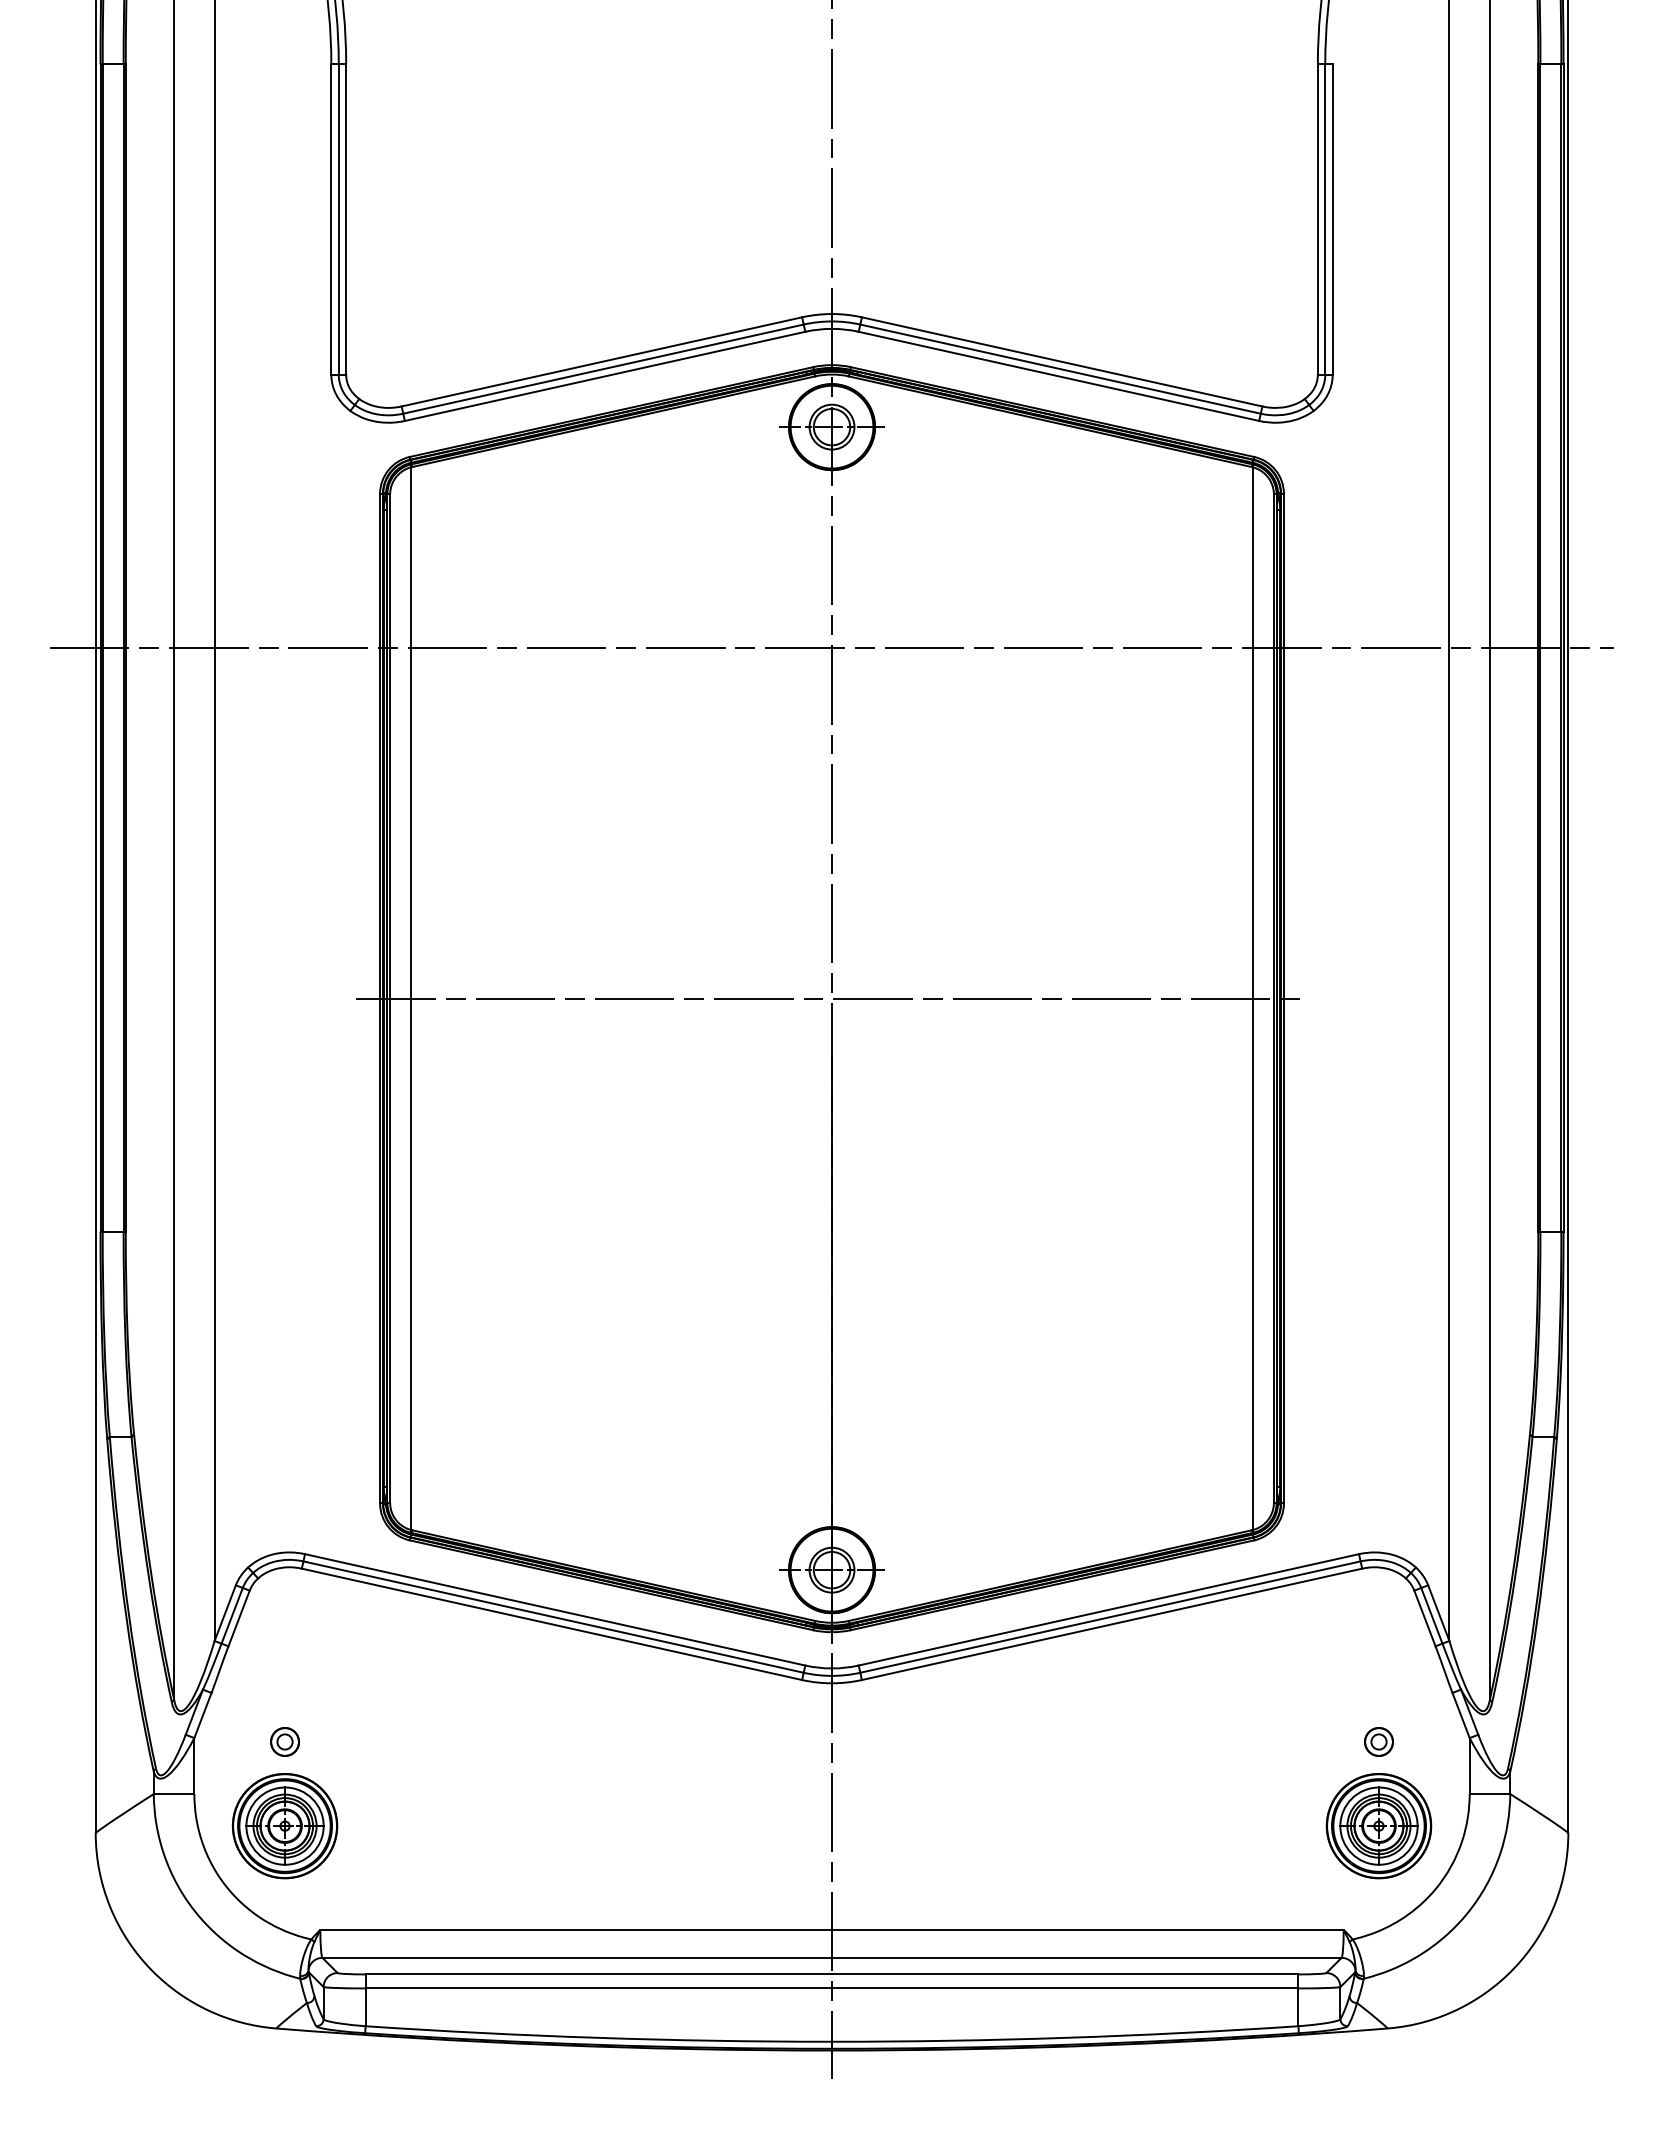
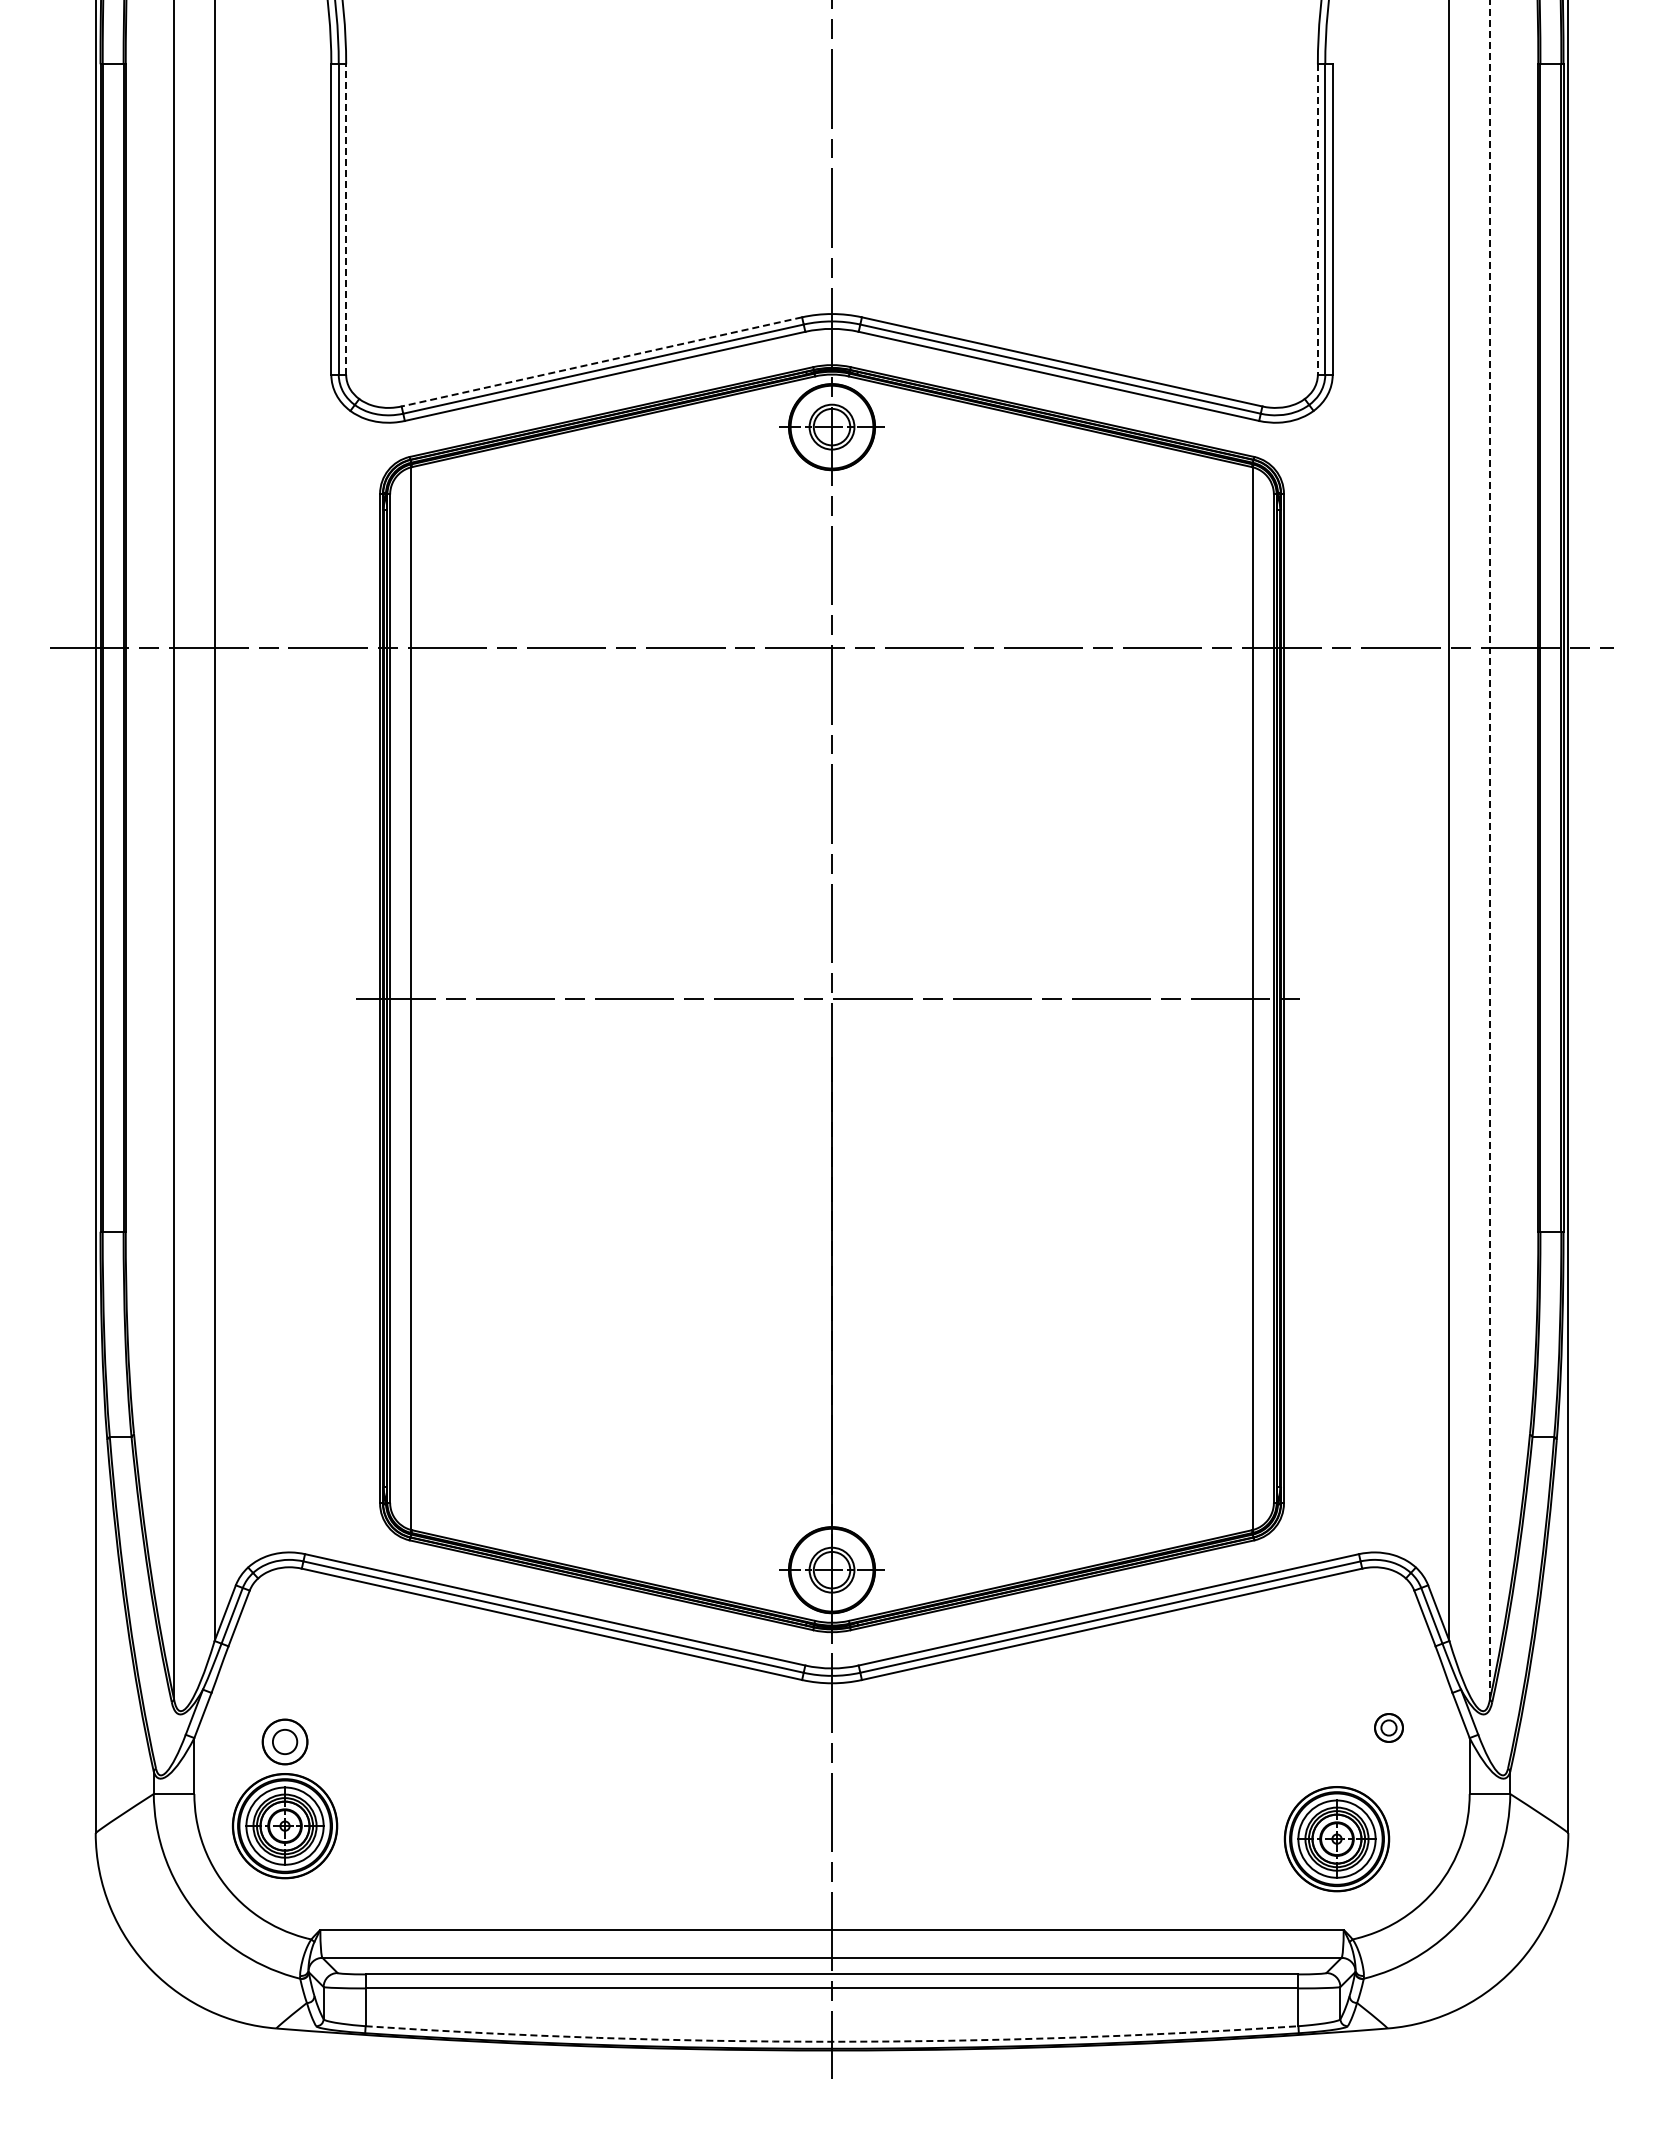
line at (346, 219): solid -> dashed
line at (1317, 220): solid -> dashed
line at (601, 362): solid -> dashed
line at (1490, 849): solid -> dashed
part at (284, 1741) size: 30x30 px -> 48x48 px
part at (1378, 1741) position: (1378, 1741) -> (1388, 1727)
part at (1378, 1826) position: (1378, 1826) -> (1336, 1839)
arc at (832, 2041): solid -> dashed
